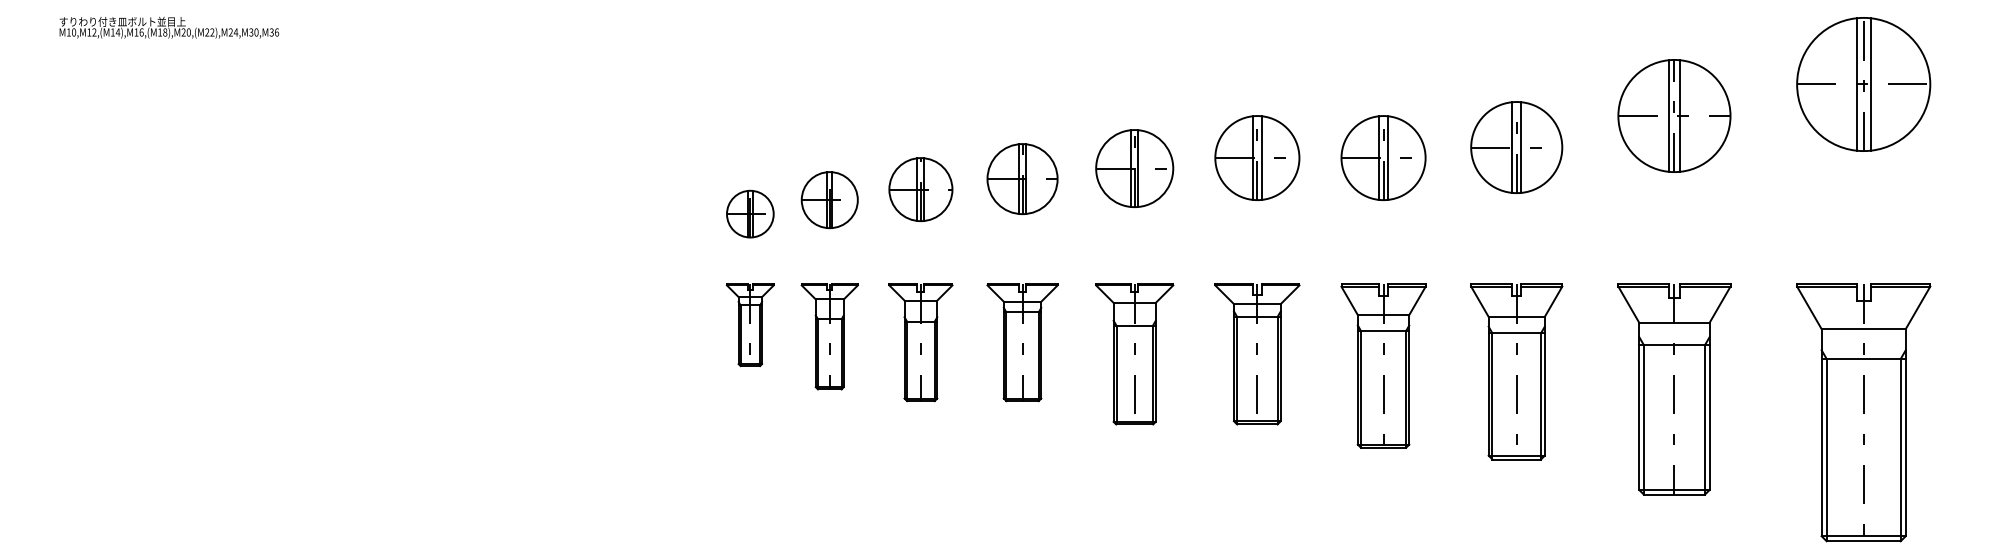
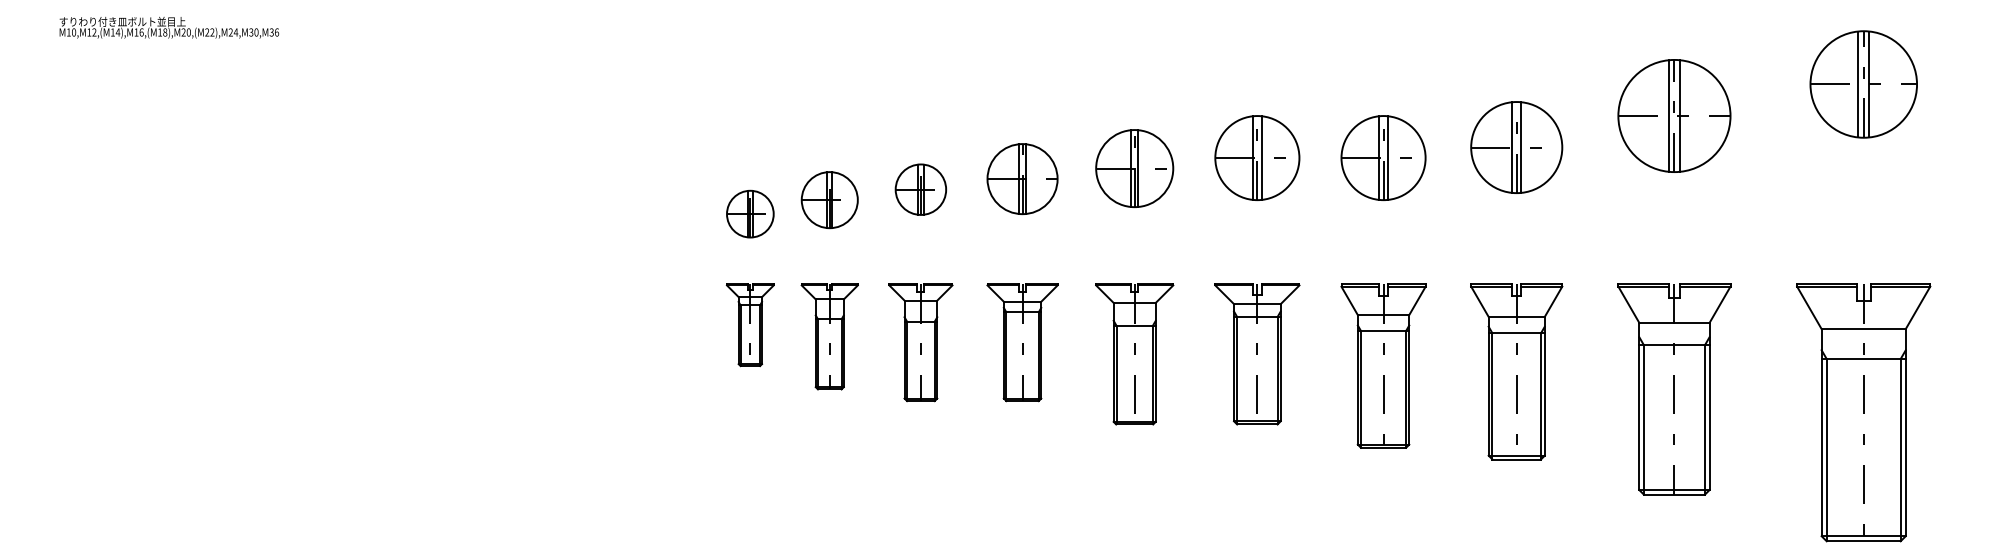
part at (1863, 84) size: 136x135 px -> 109x109 px
part at (920, 189) size: 66x66 px -> 54x53 px
